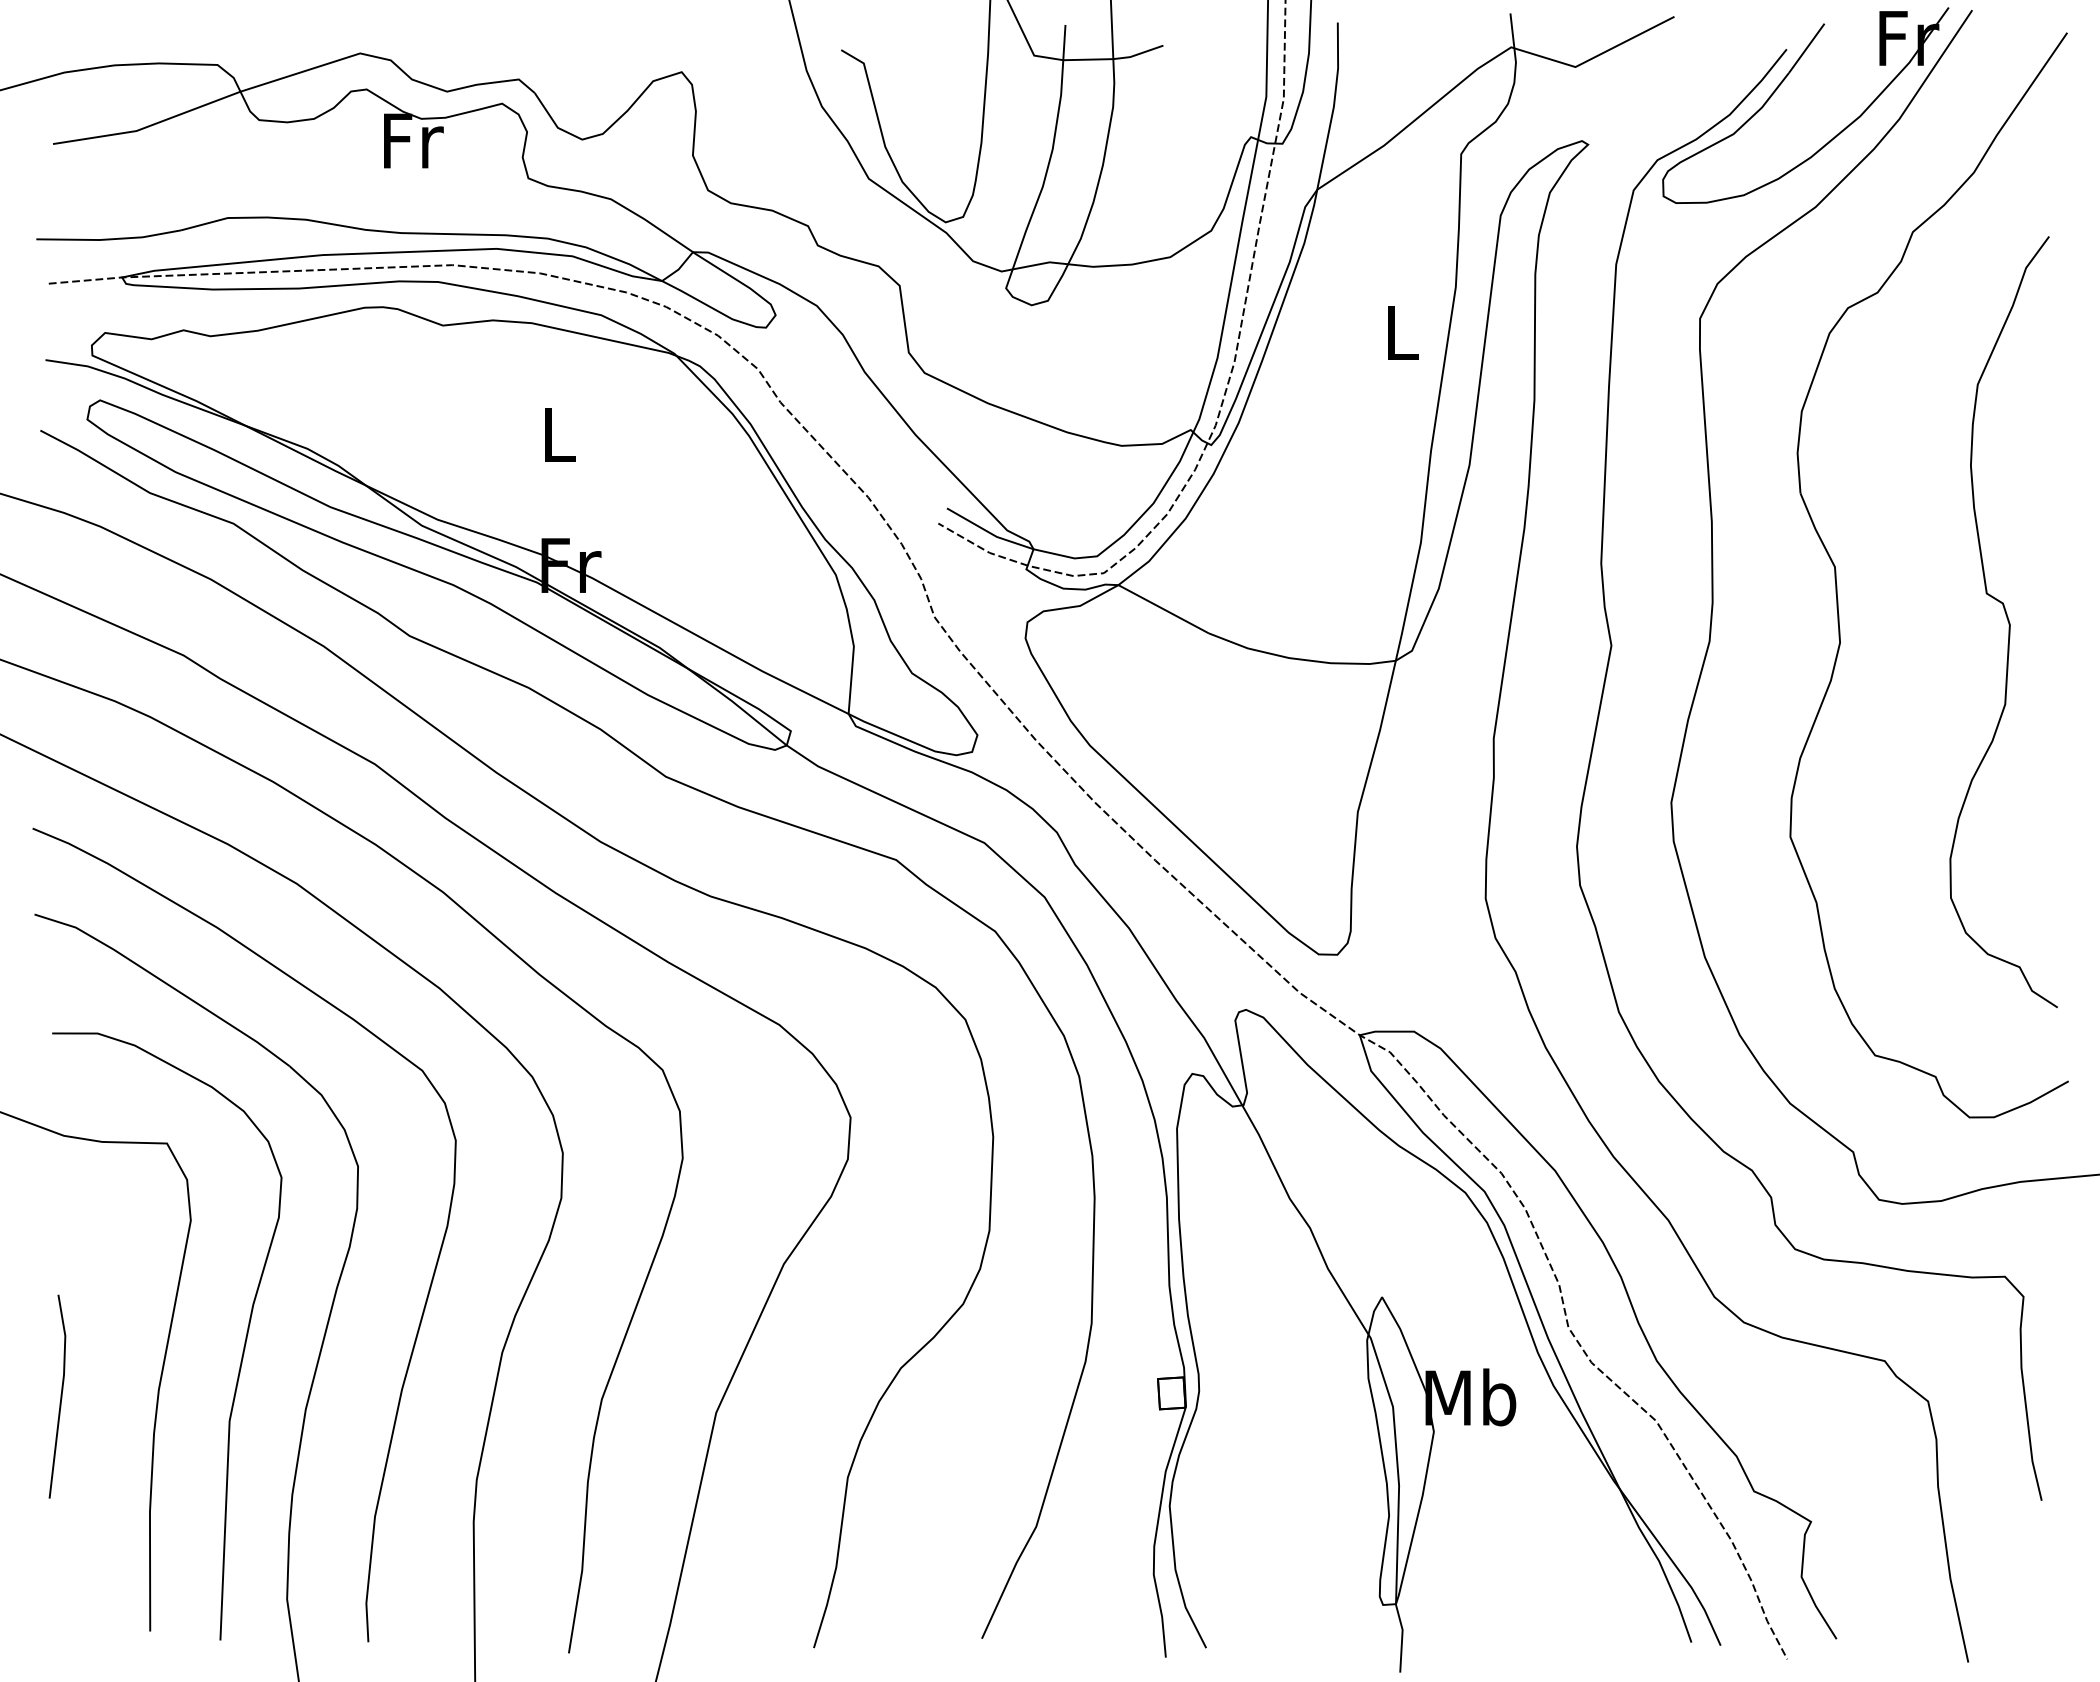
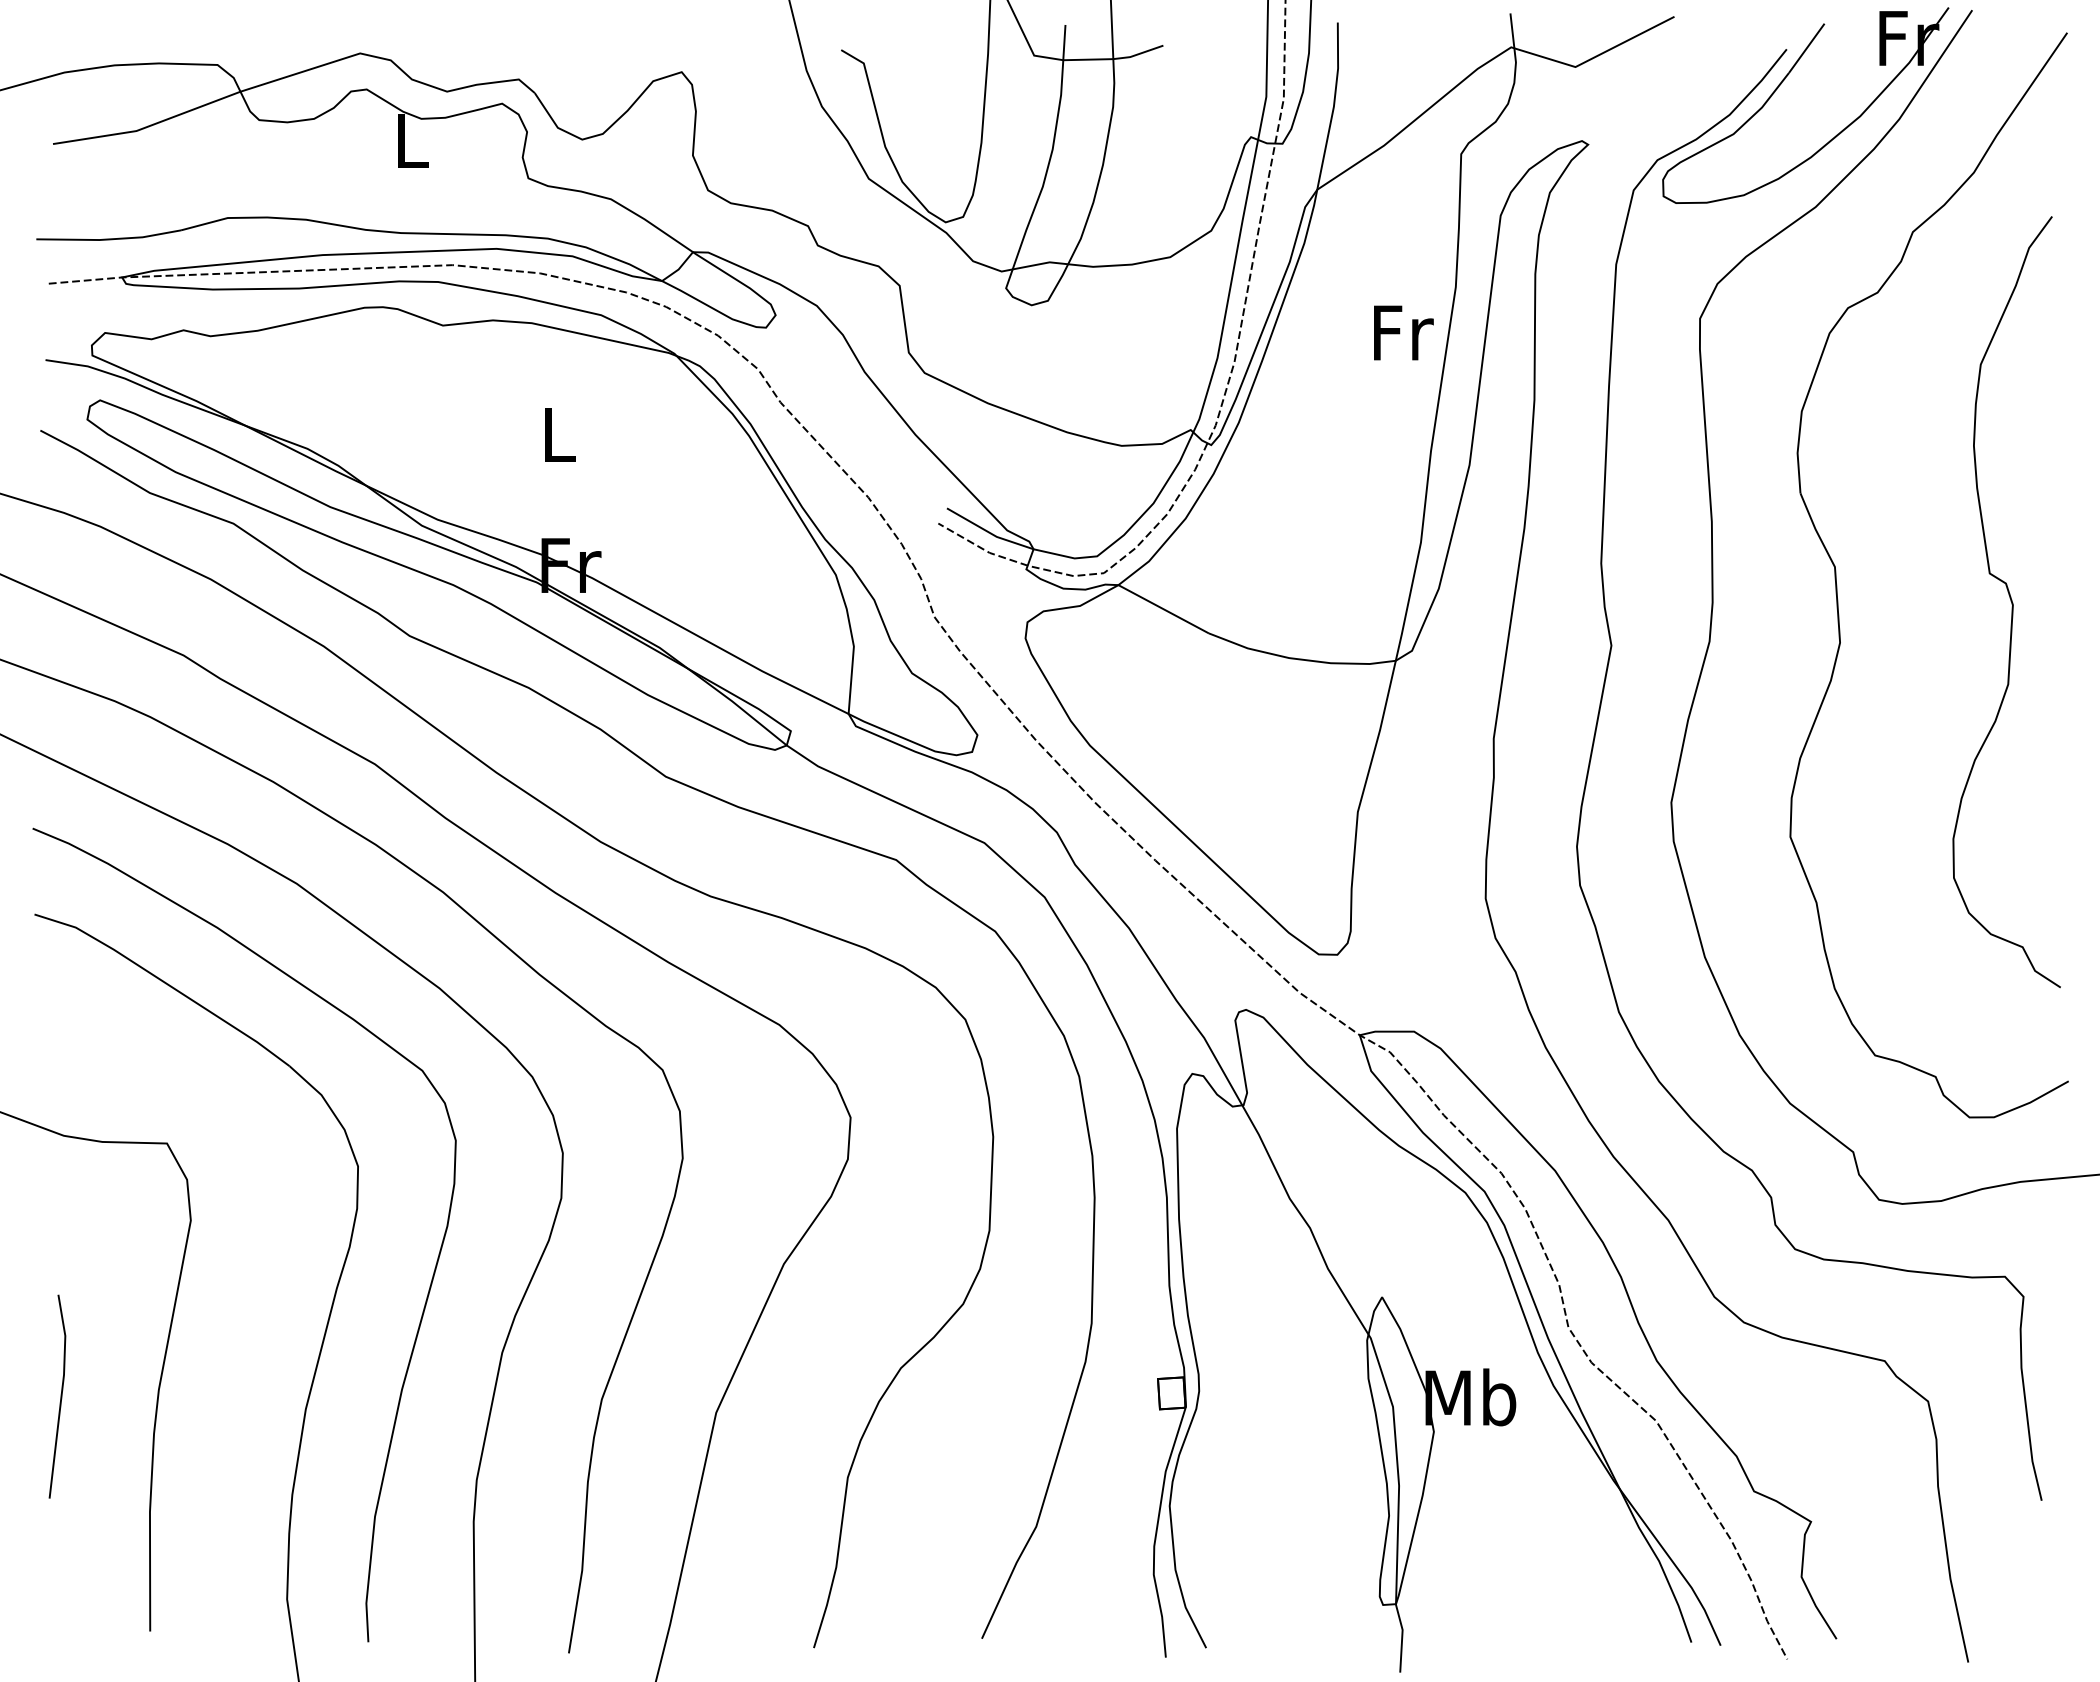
text at (413, 140): Fr -> L
text at (1403, 332): L -> Fr
curve at (2007, 621) position: (2007, 621) -> (2010, 601)
curve at (242, 1351): present -> none
